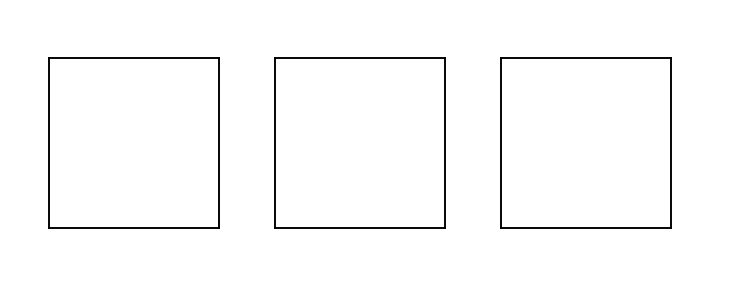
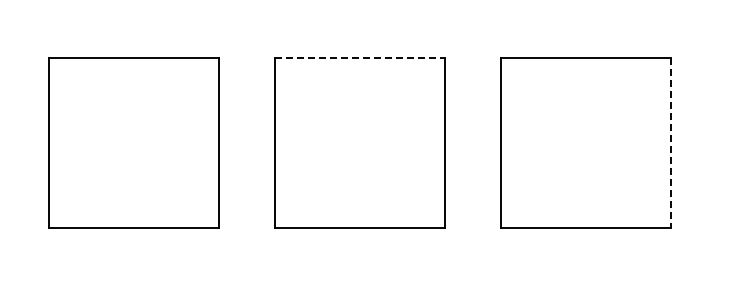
line at (359, 58): solid -> dashed
line at (671, 143): solid -> dashed
